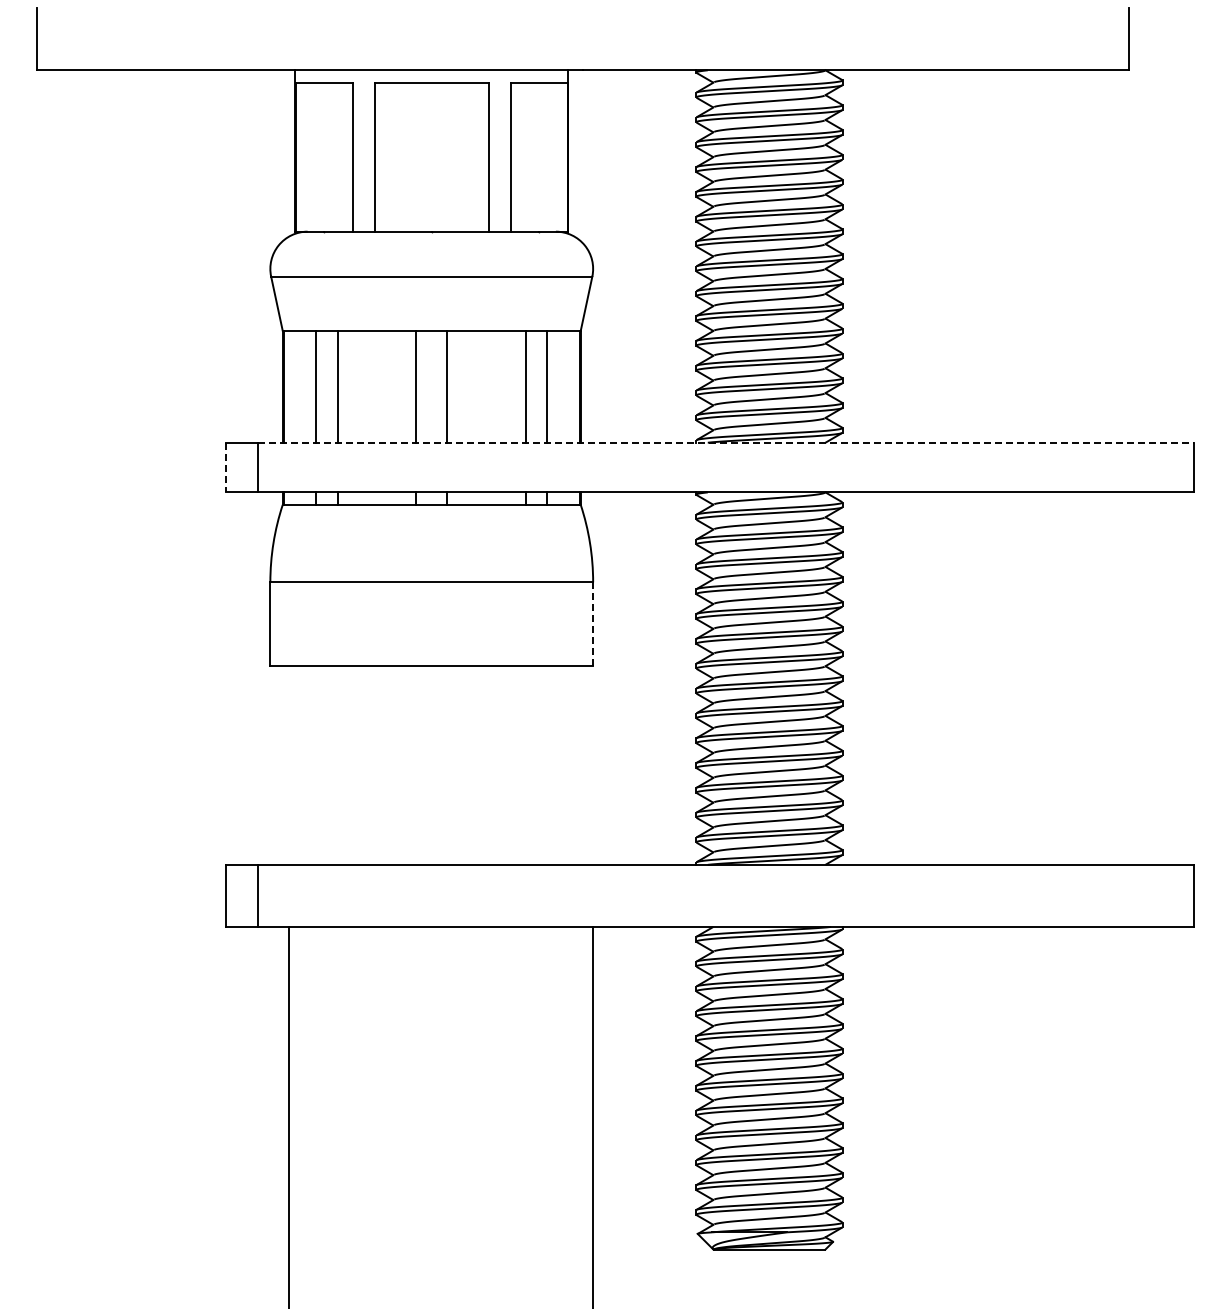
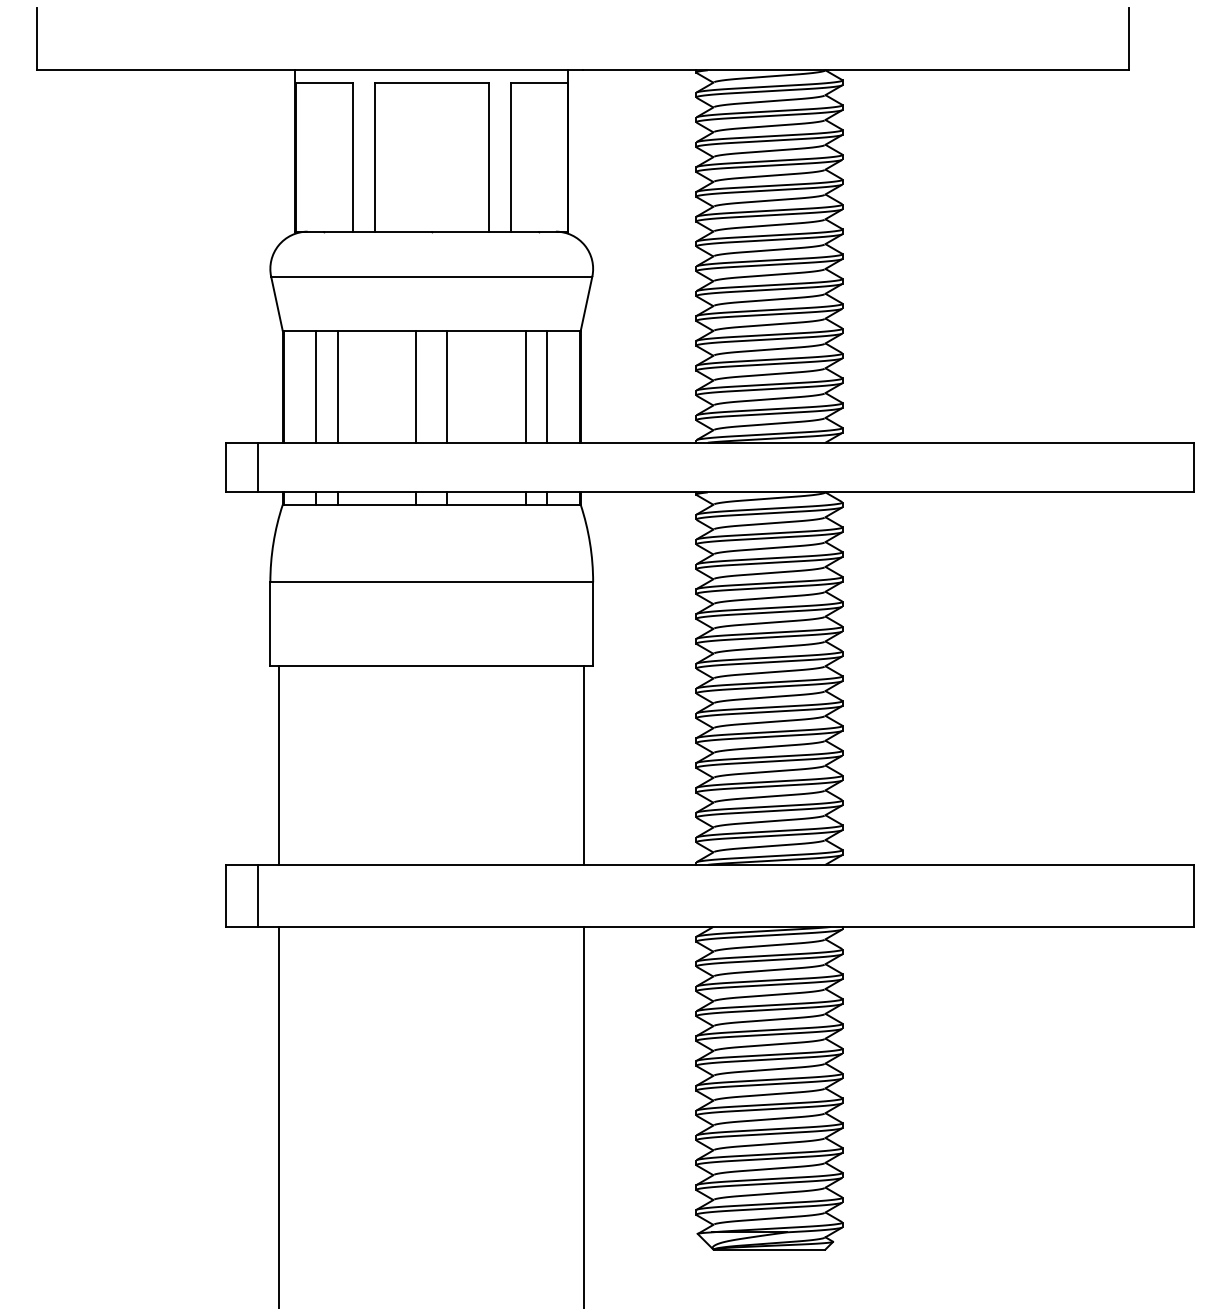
line at (726, 442): dashed -> solid
line at (225, 467): dashed -> solid
line at (593, 624): dashed -> solid
line at (279, 765): none -> present
line at (584, 765): none -> present
line at (289, 1115) position: (289, 1115) -> (279, 1115)
line at (593, 1115) position: (593, 1115) -> (584, 1115)
